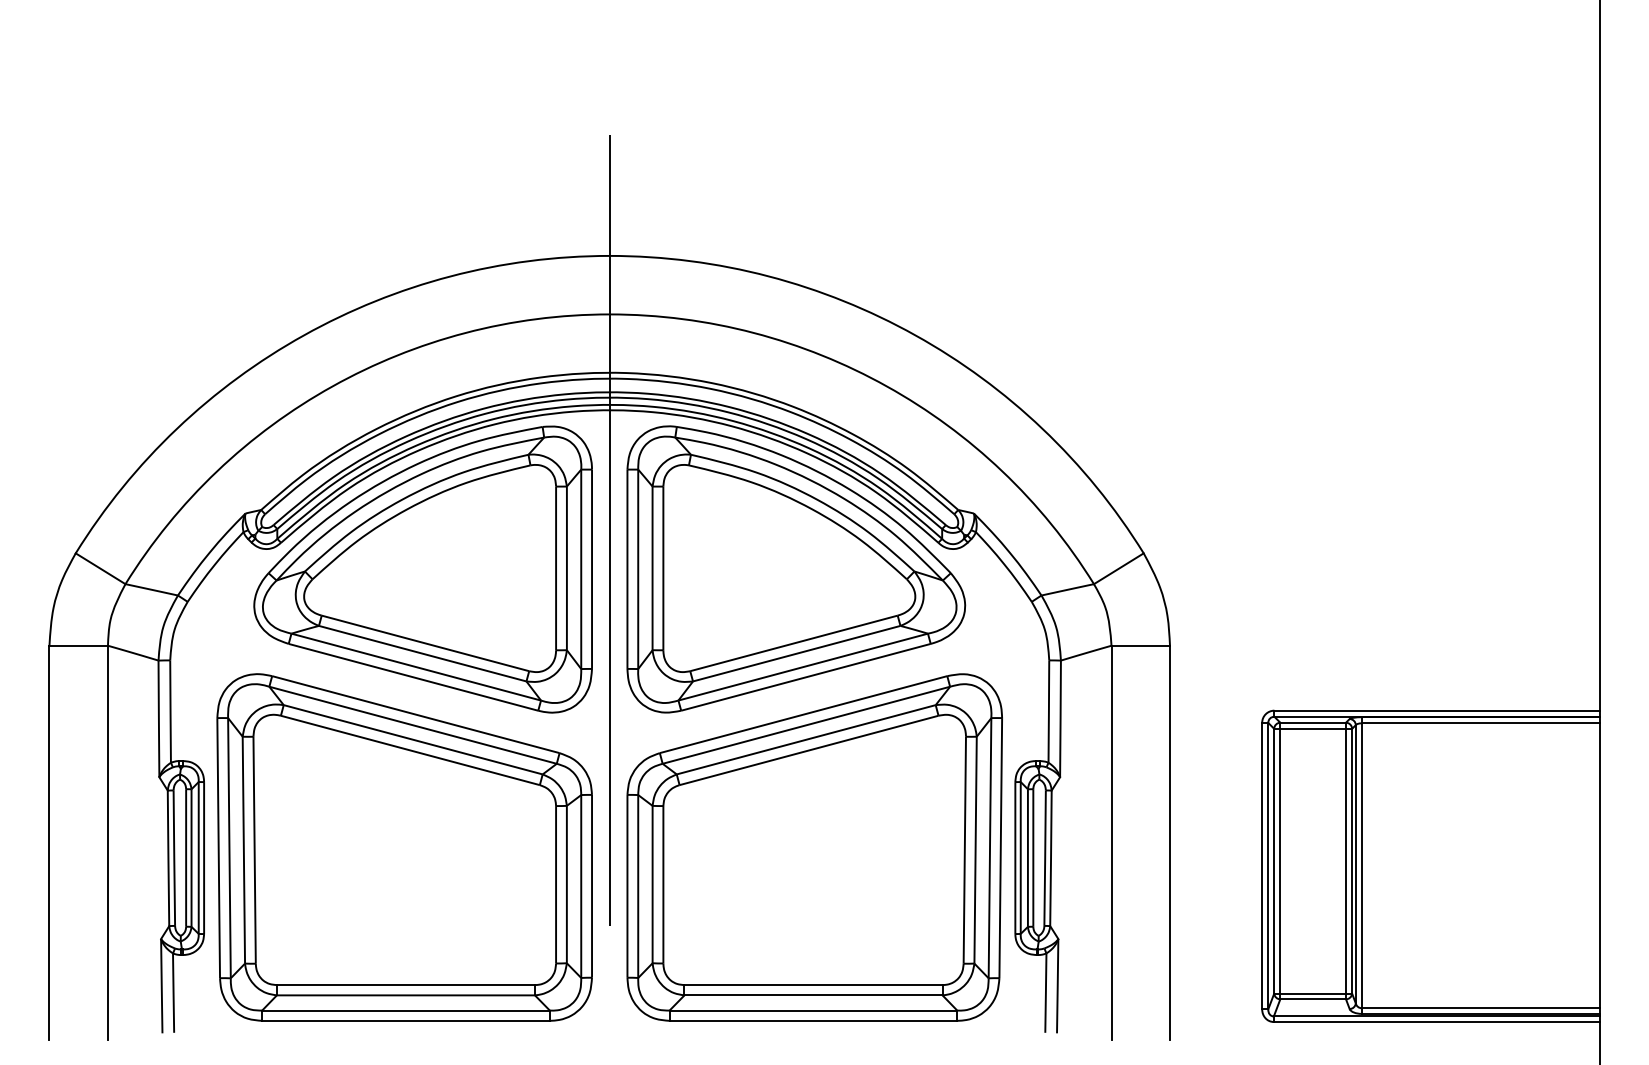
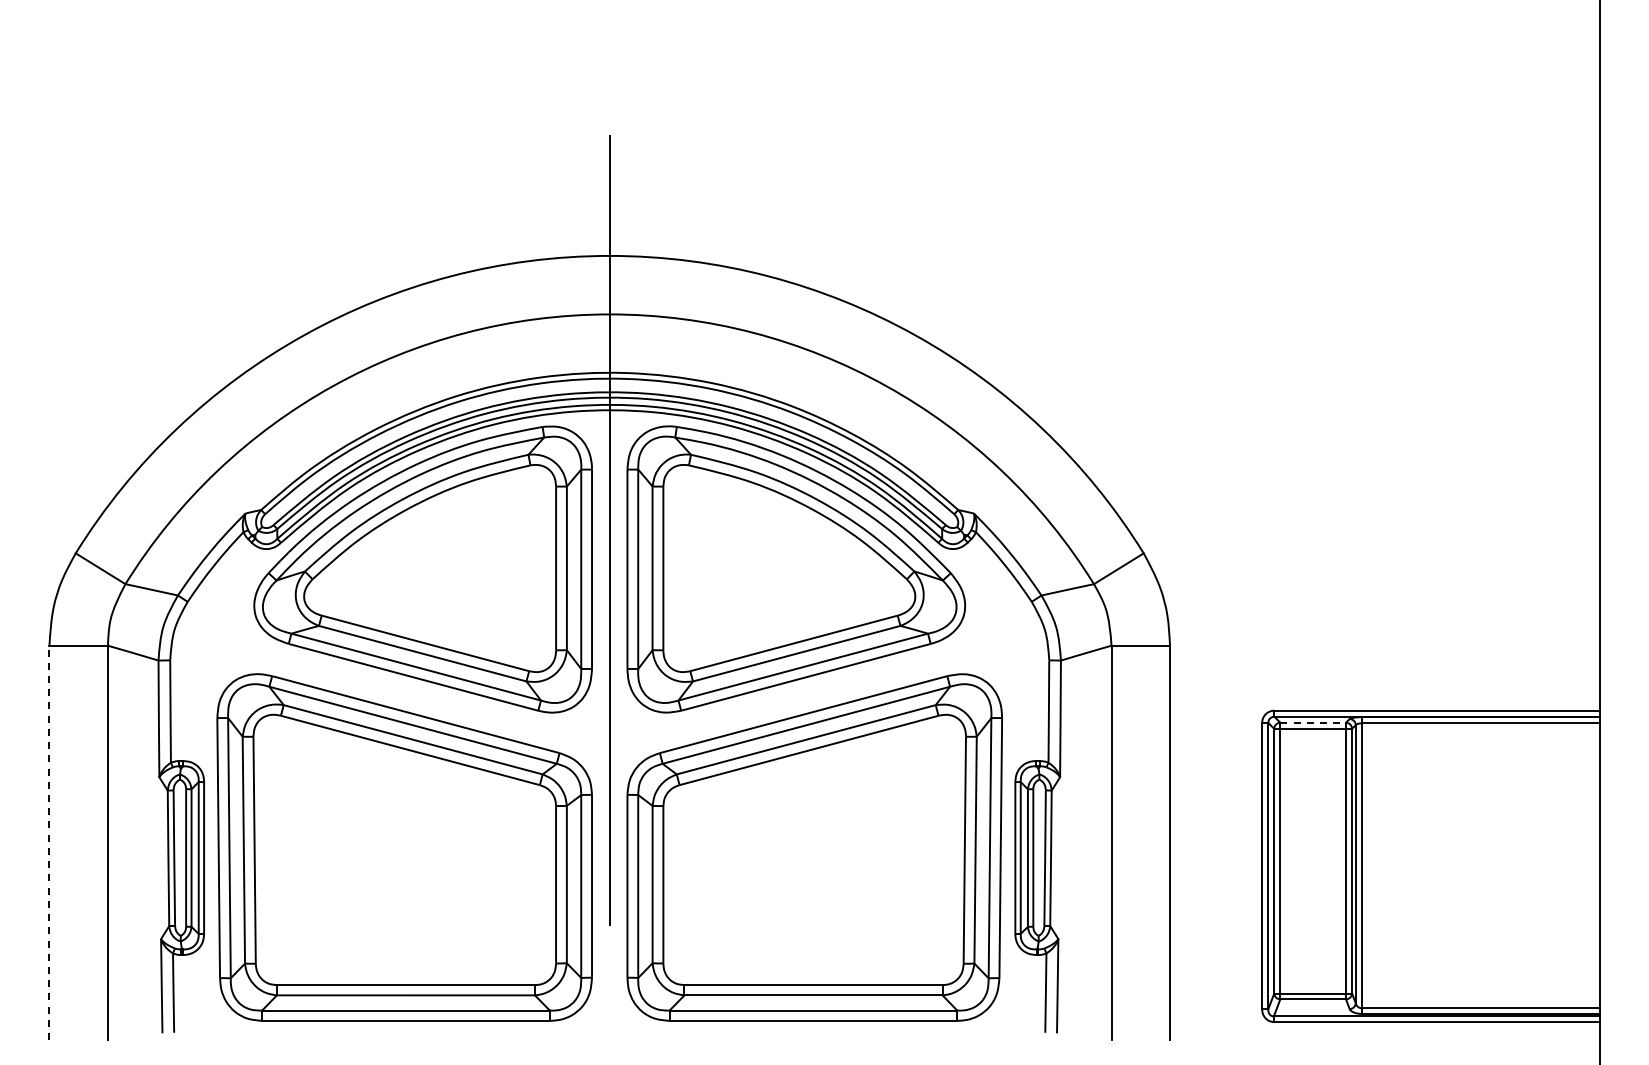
line at (1313, 722): solid -> dashed
line at (49, 842): solid -> dashed
